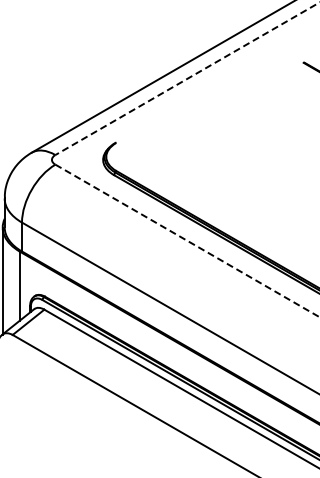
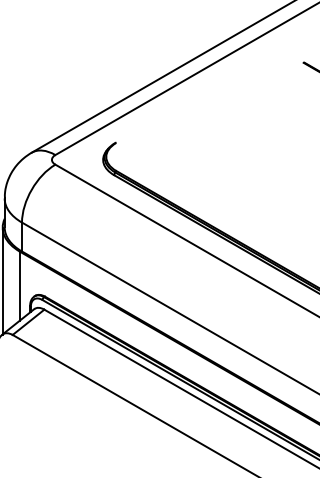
line at (187, 78): dashed -> solid
line at (187, 241): dashed -> solid
